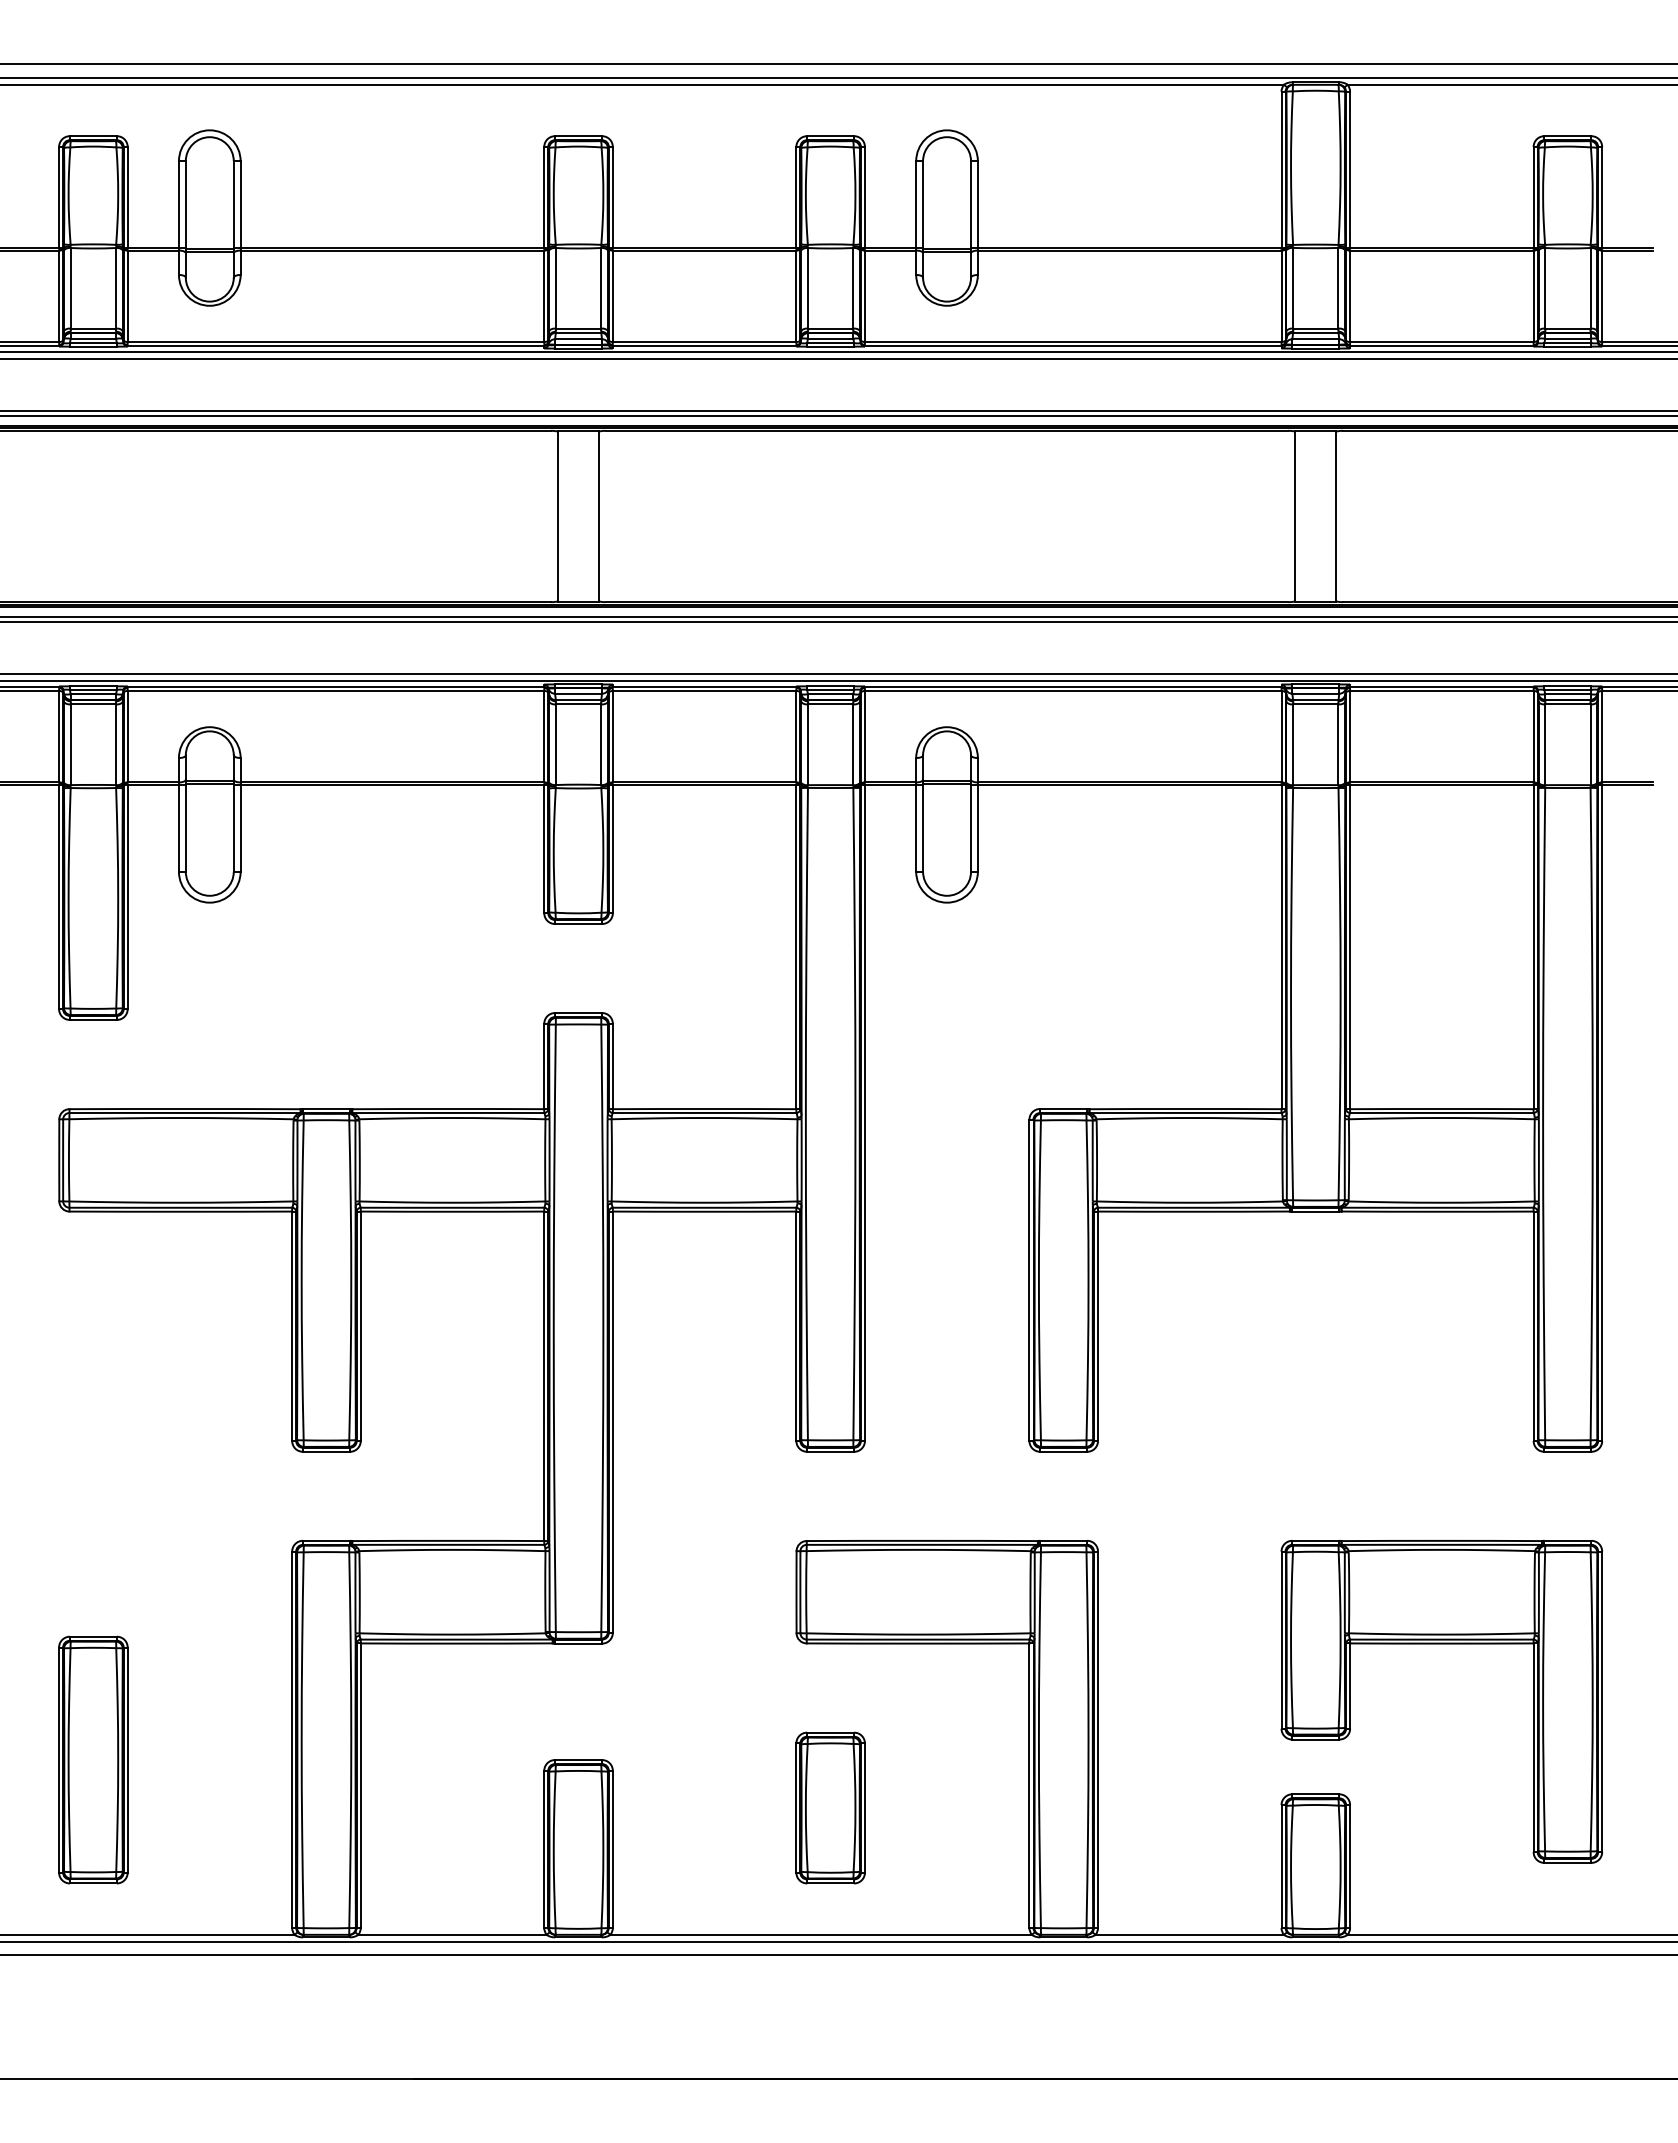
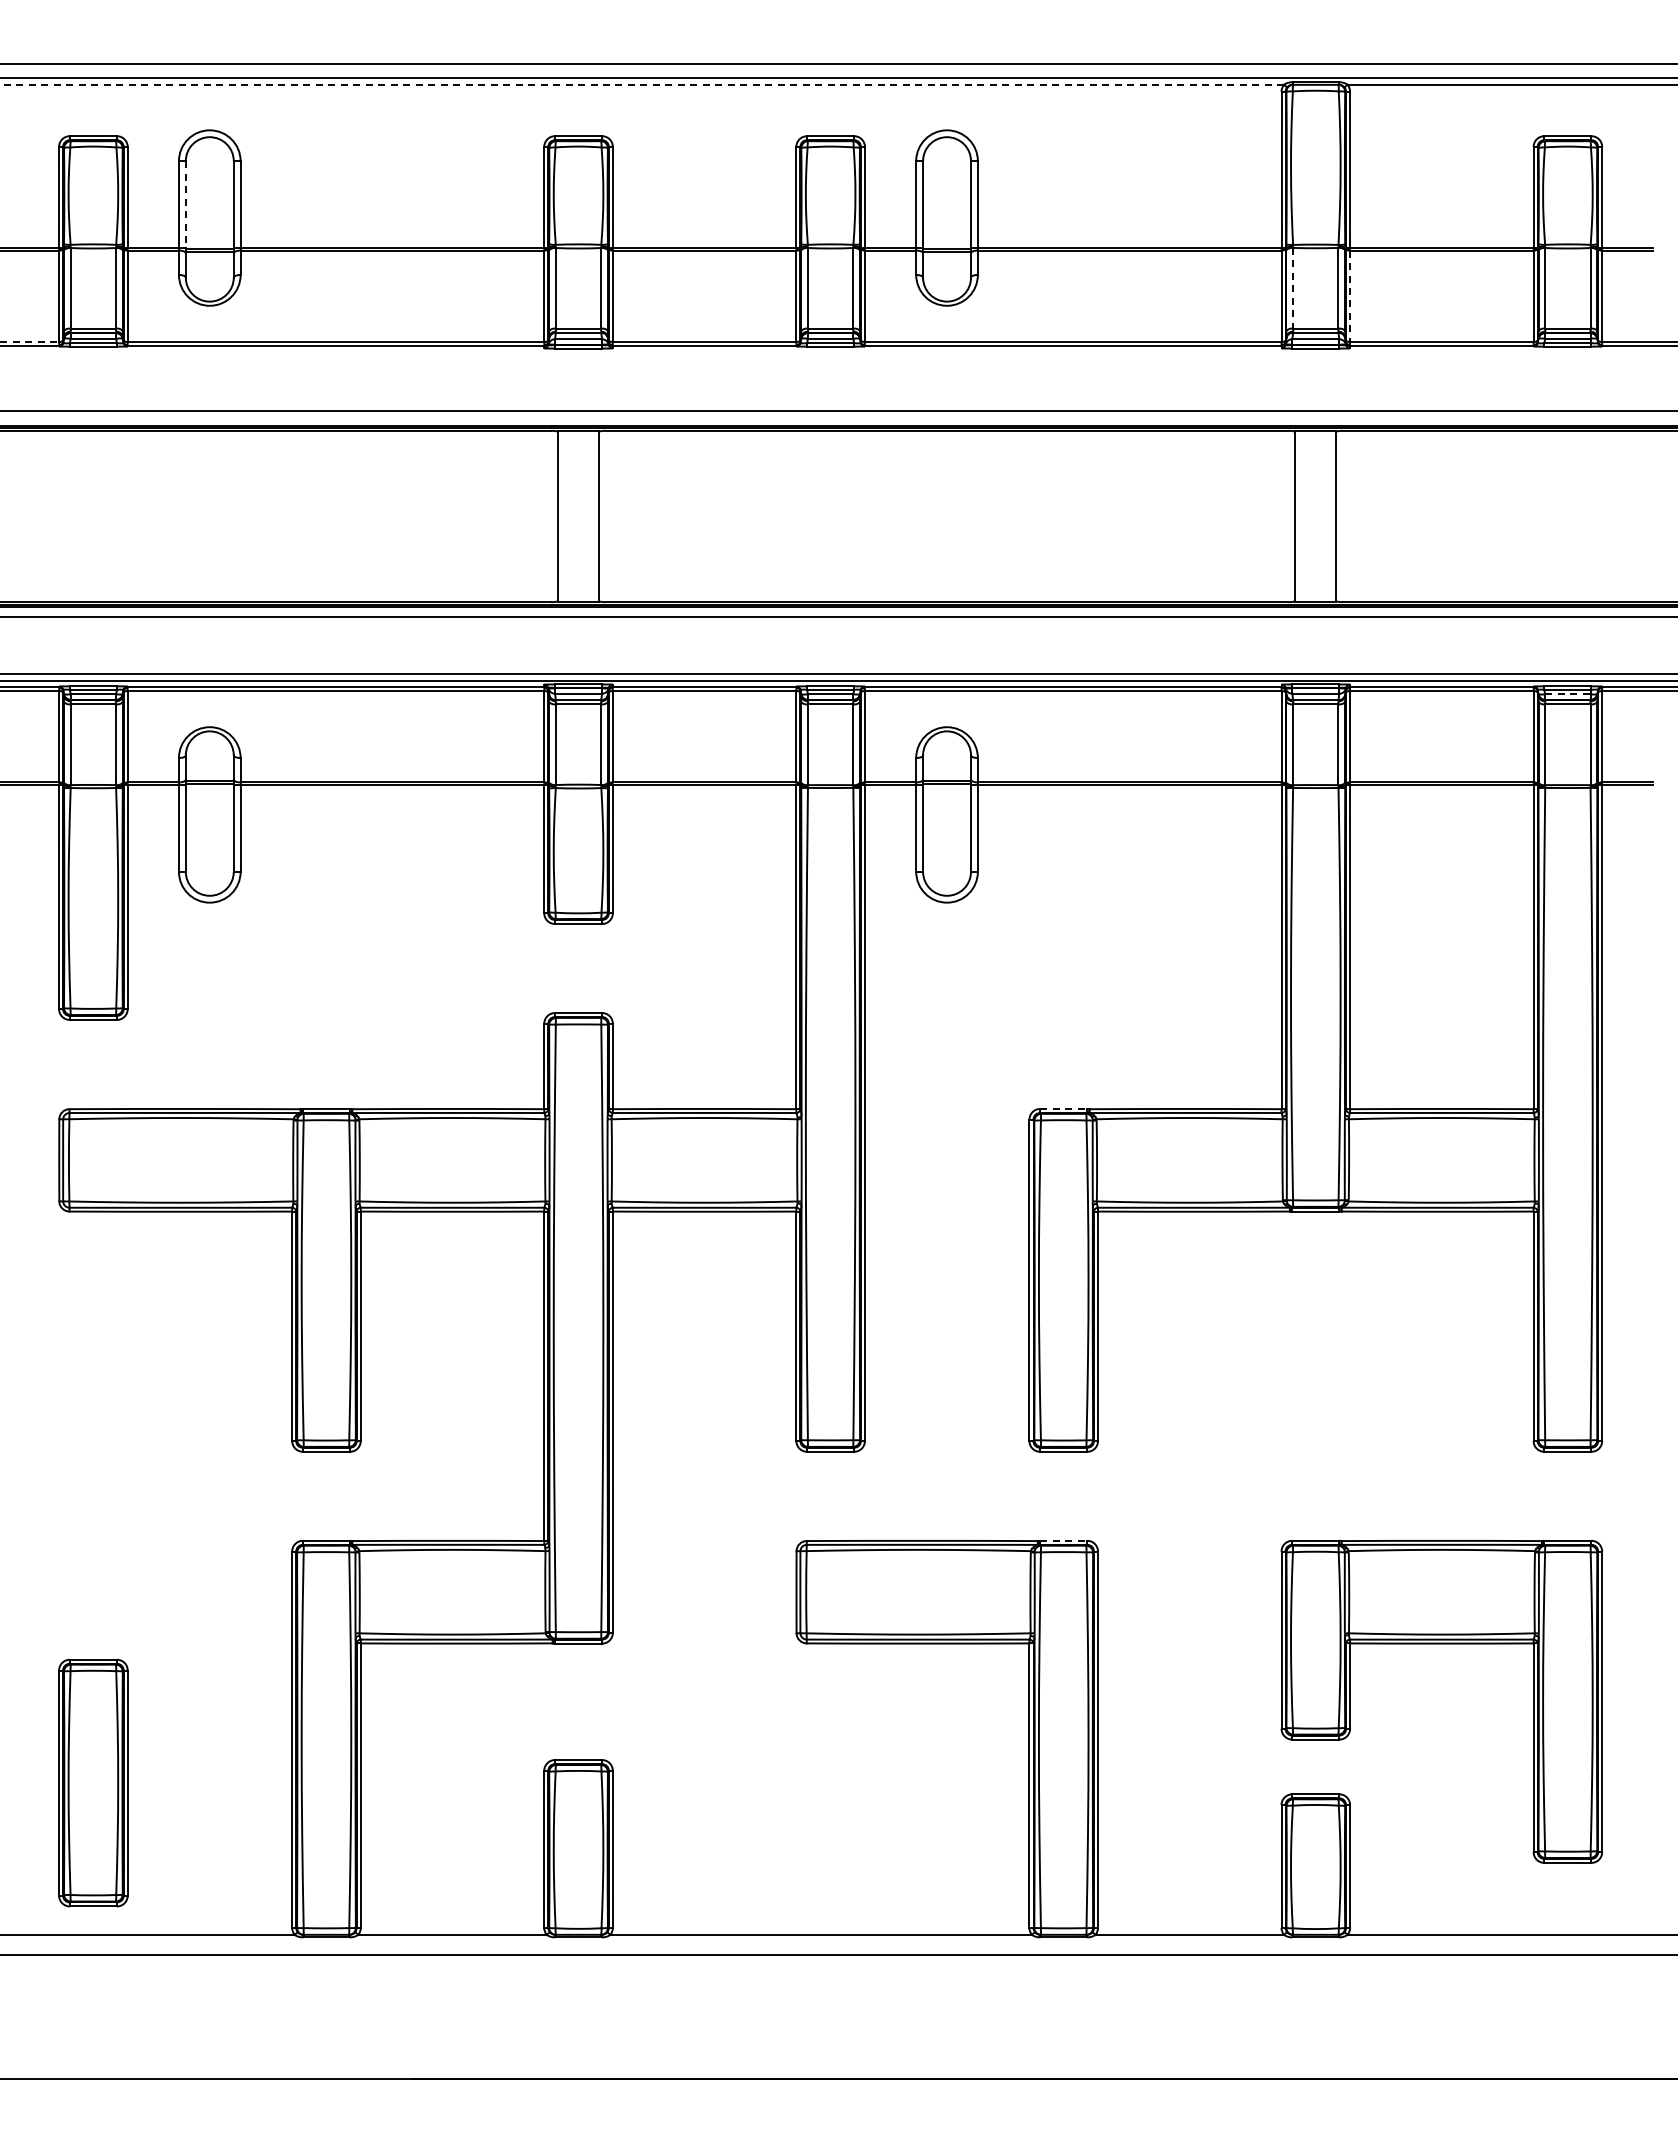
line at (642, 84): solid -> dashed
line at (185, 205): solid -> dashed
line at (1293, 288): solid -> dashed
line at (1350, 296): solid -> dashed
line at (30, 341): solid -> dashed
line at (838, 351): present -> none
line at (838, 358): present -> none
line at (838, 415): present -> none
line at (838, 622): present -> none
line at (1567, 694): solid -> dashed
line at (1064, 1108): solid -> dashed
line at (1064, 1540): solid -> dashed
part at (93, 1759) position: (93, 1759) -> (93, 1782)
part at (830, 1807): present -> none
line at (838, 1941): present -> none
